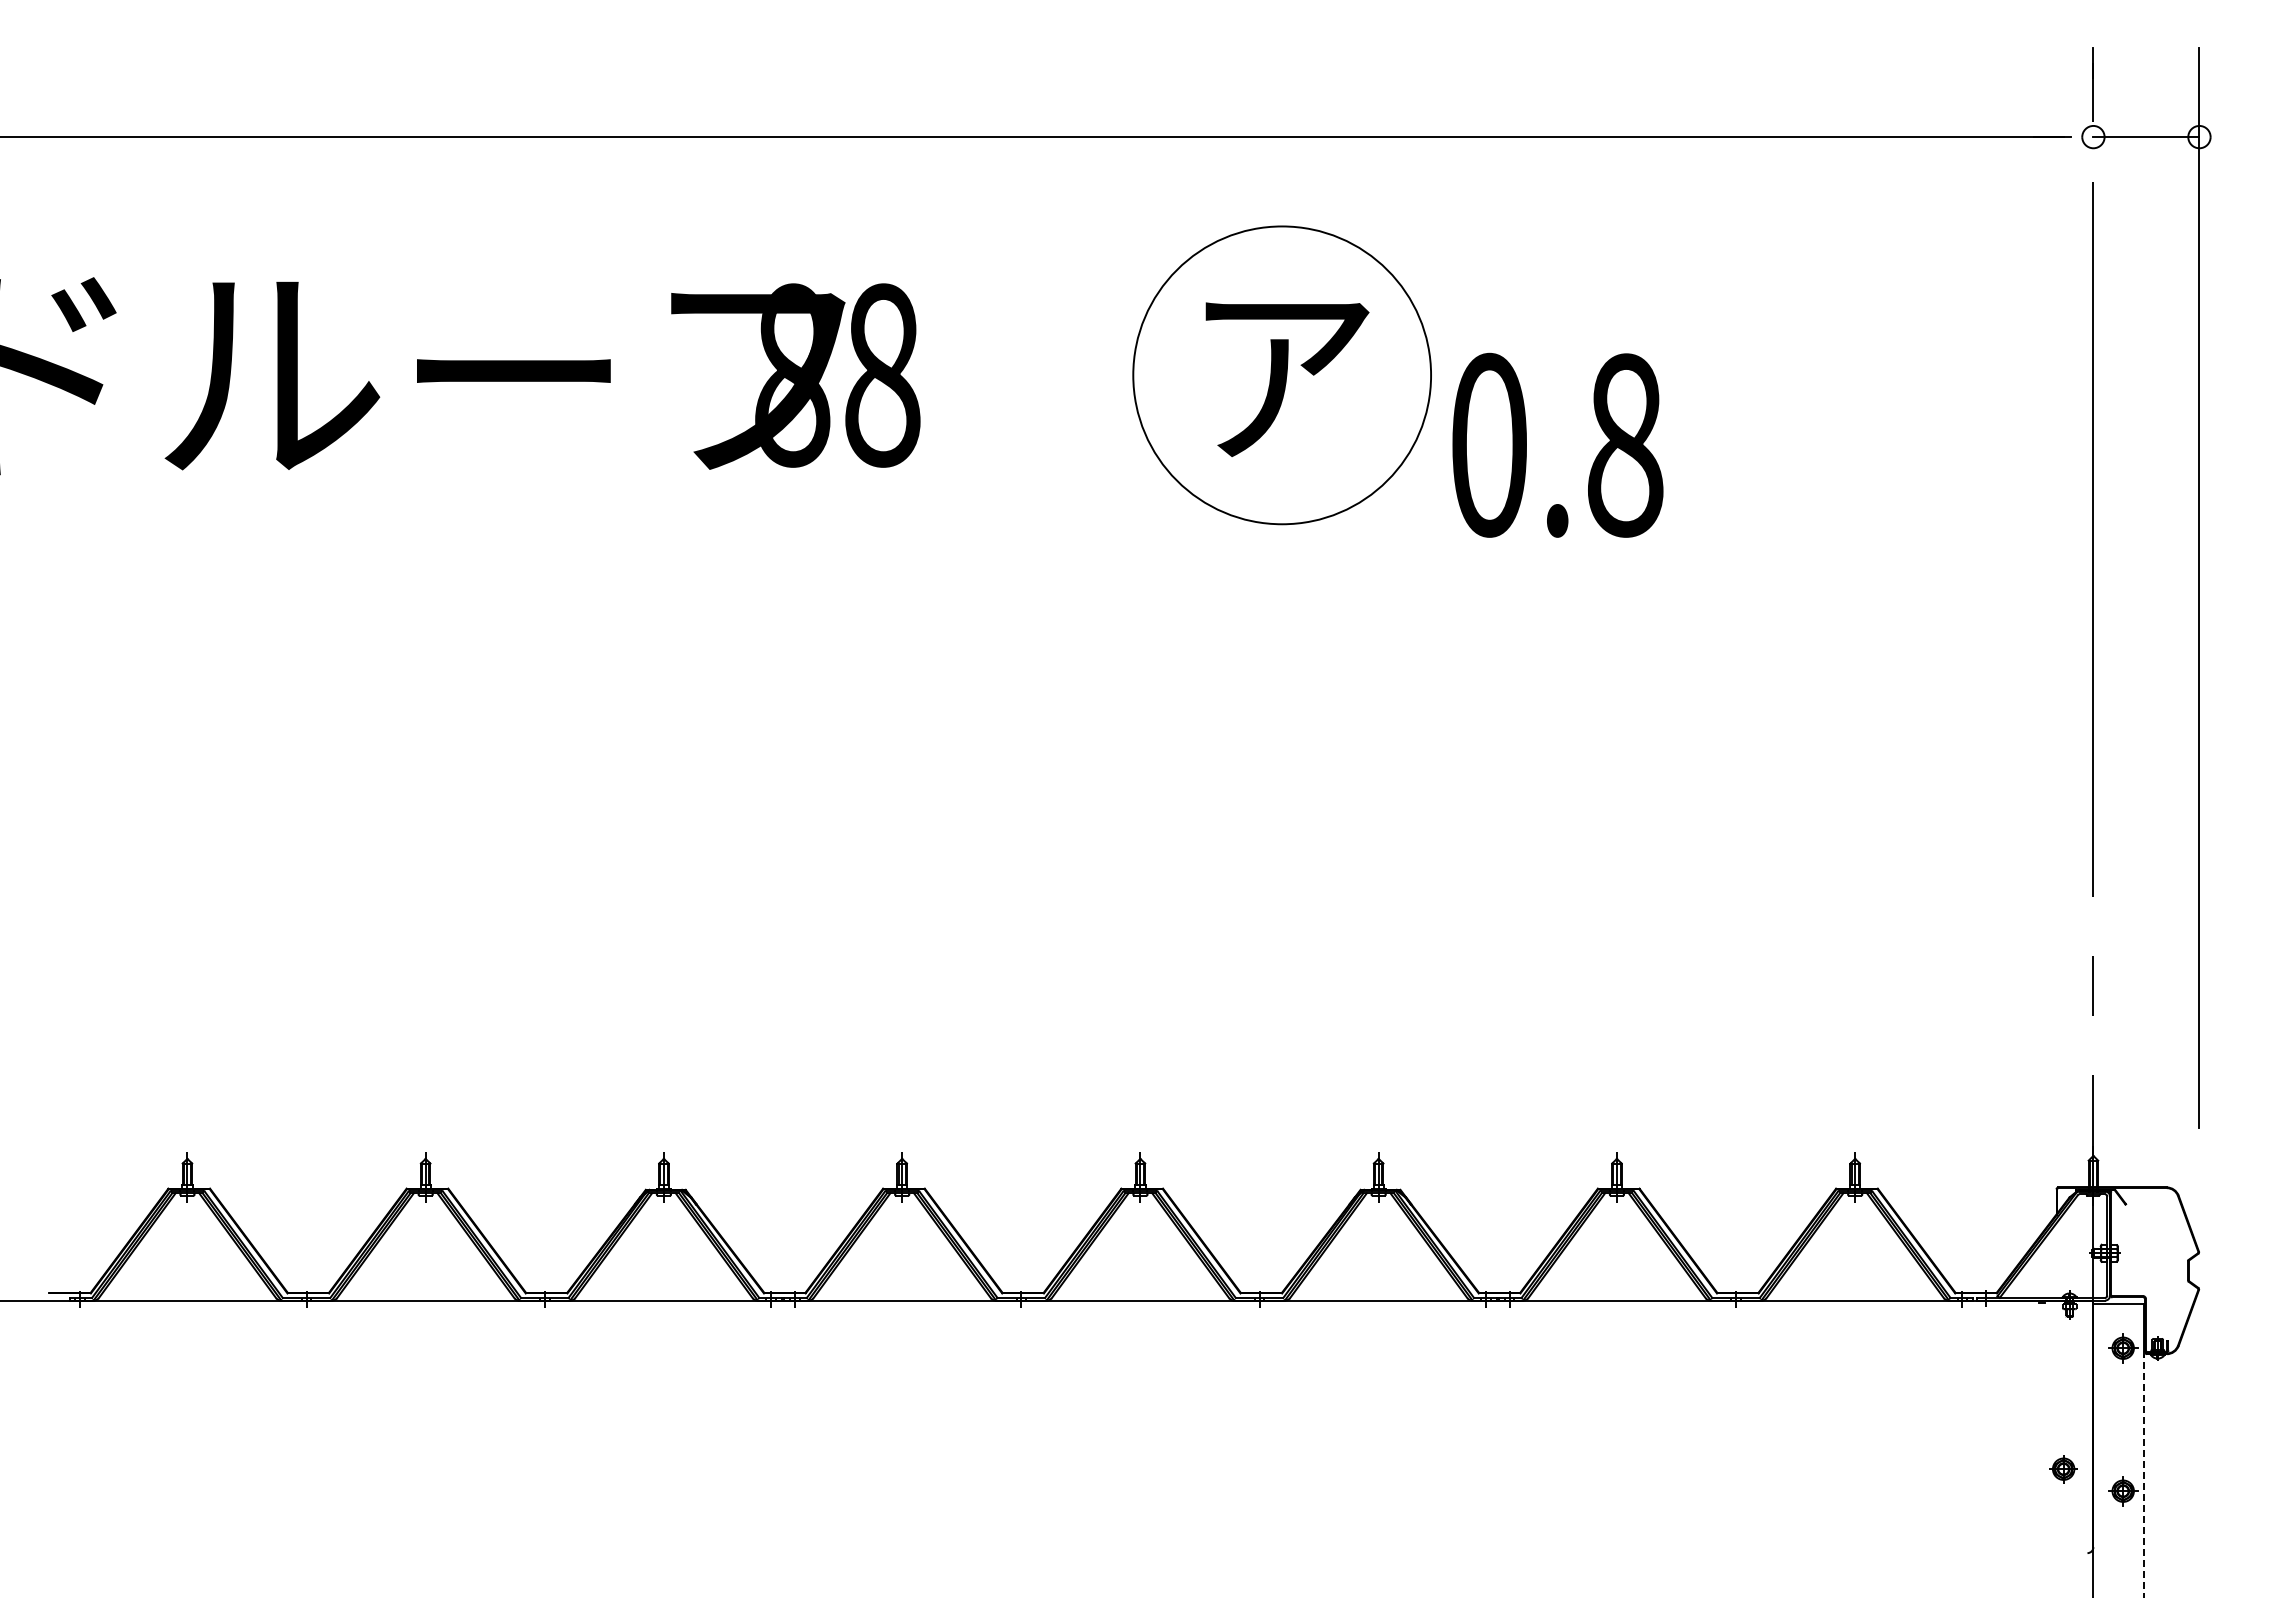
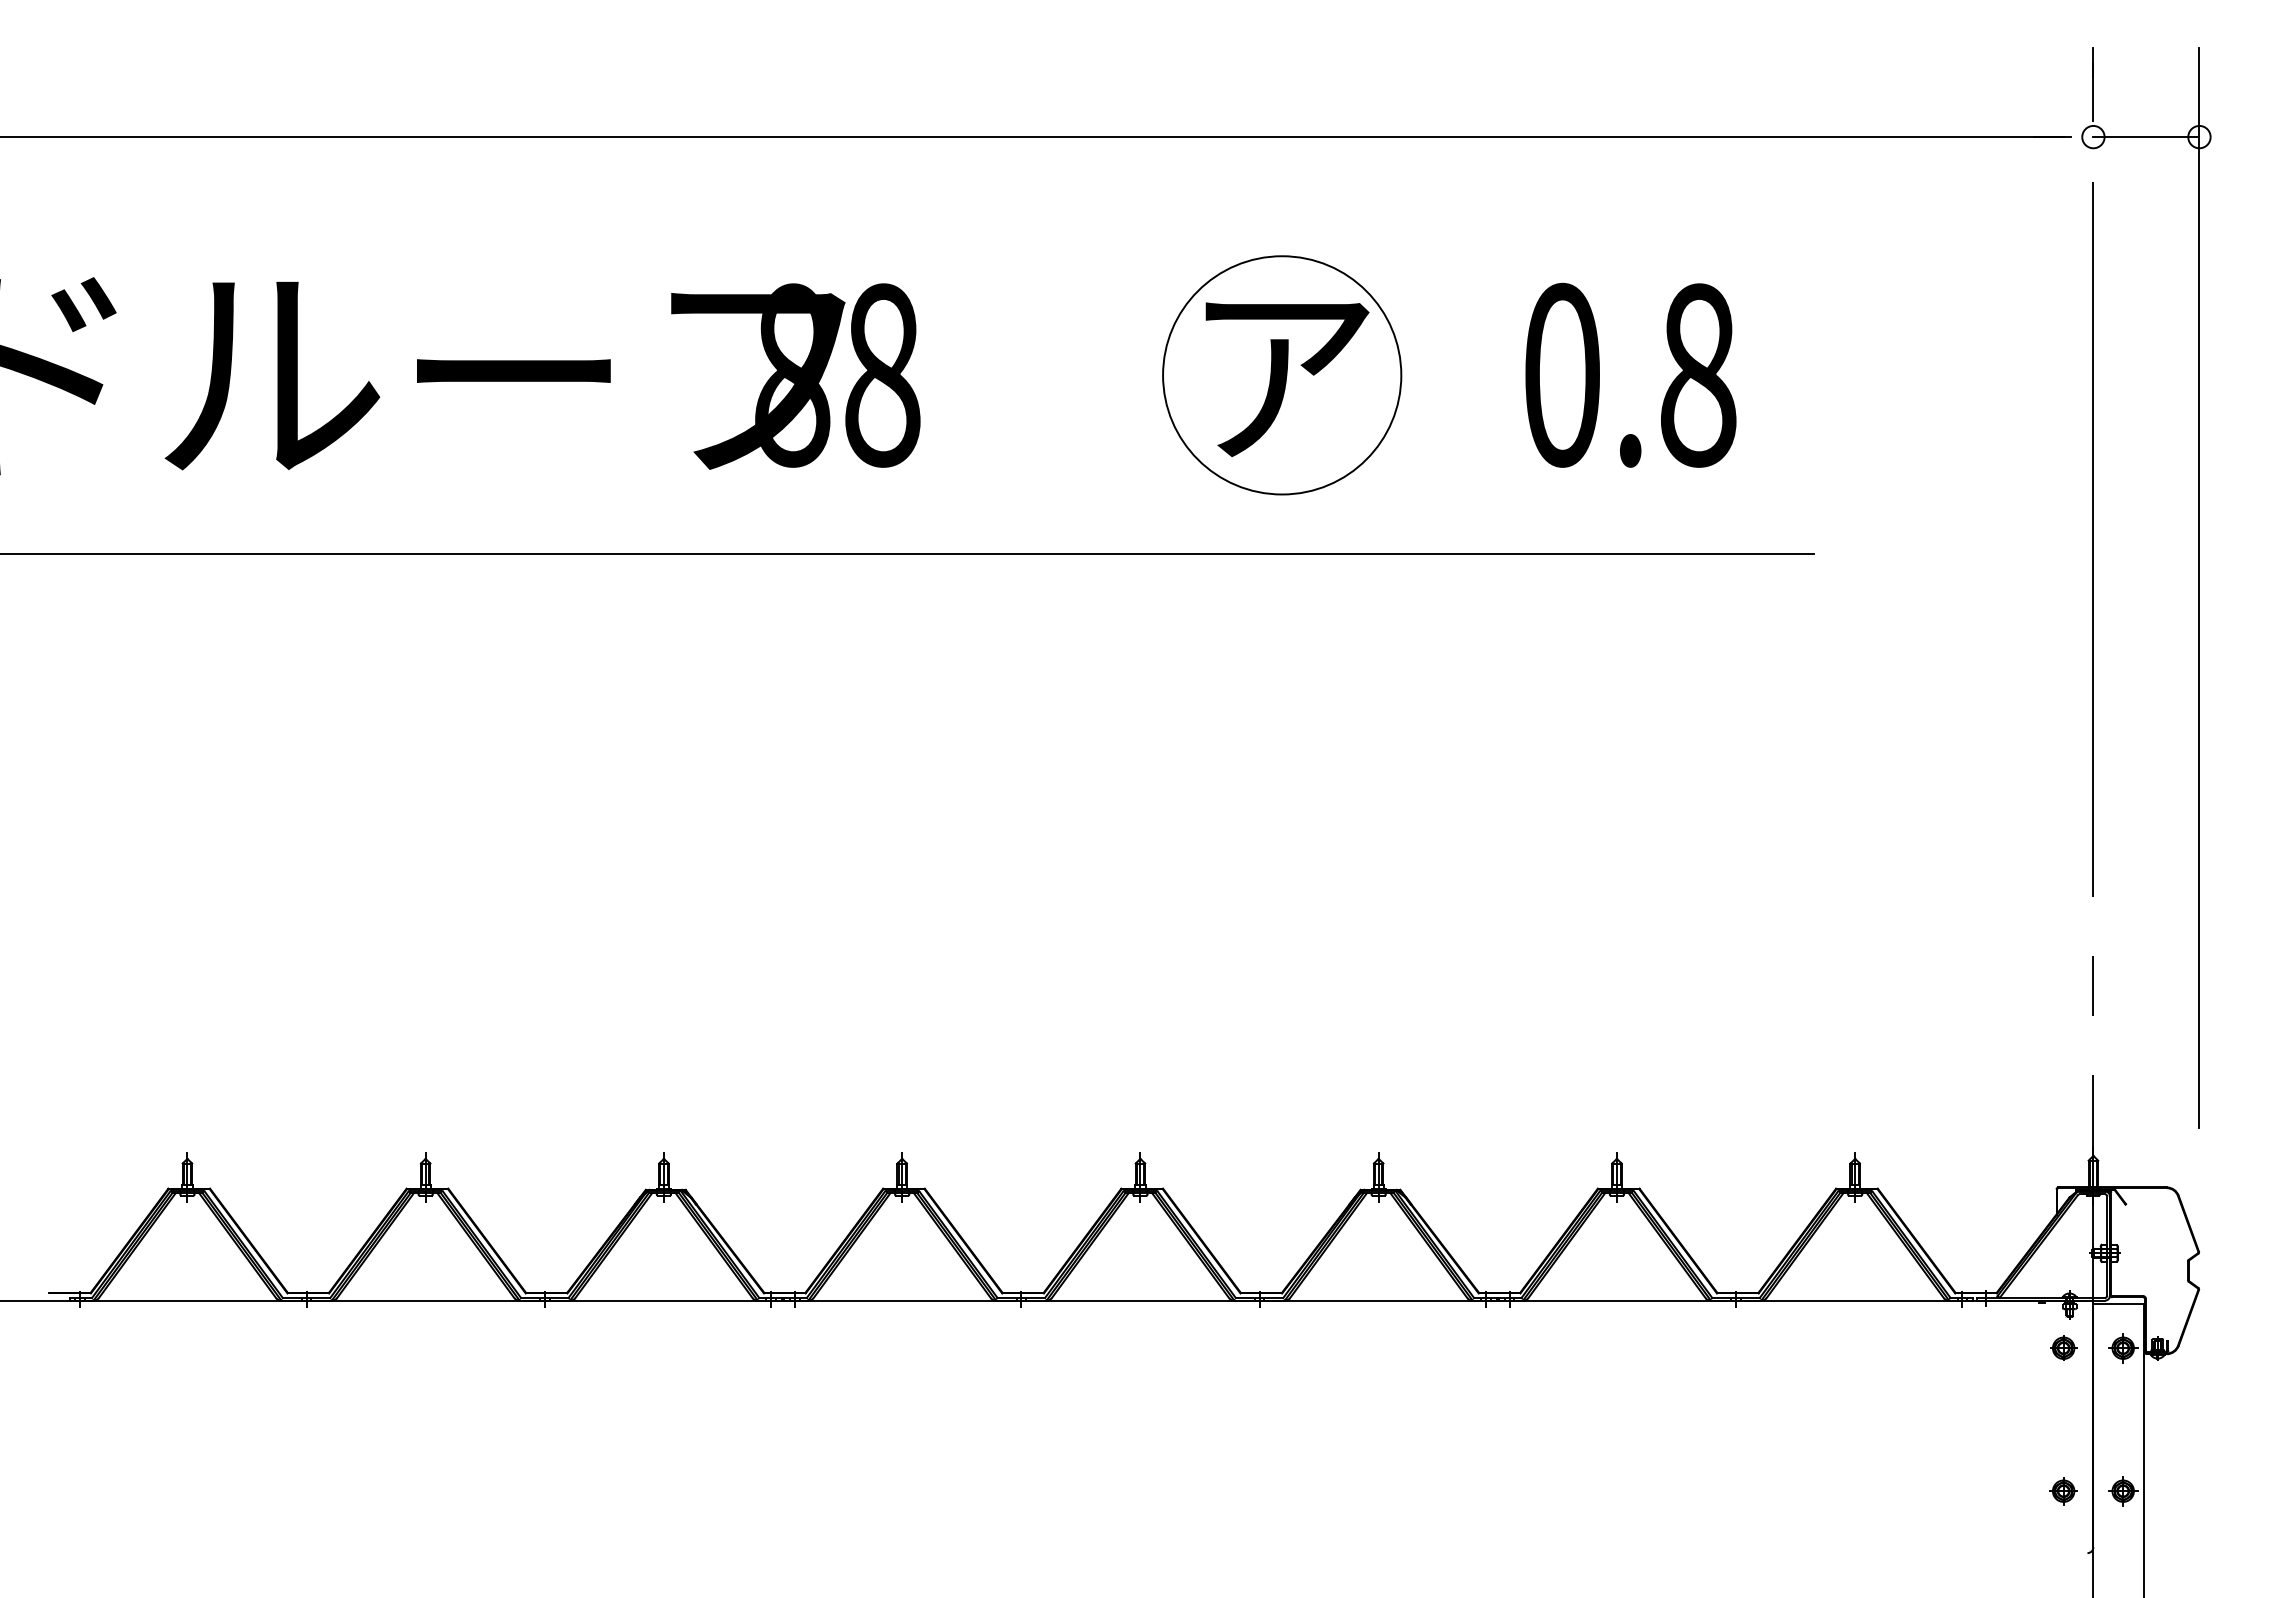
circle at (1282, 375) diameter: 298 px -> 238 px
text at (1557, 444) position: (1557, 444) -> (1630, 374)
line at (907, 554): none -> present
part at (2063, 1347): none -> present
part at (2063, 1469) position: (2063, 1469) -> (2063, 1491)
line at (2144, 1475): dashed -> solid
